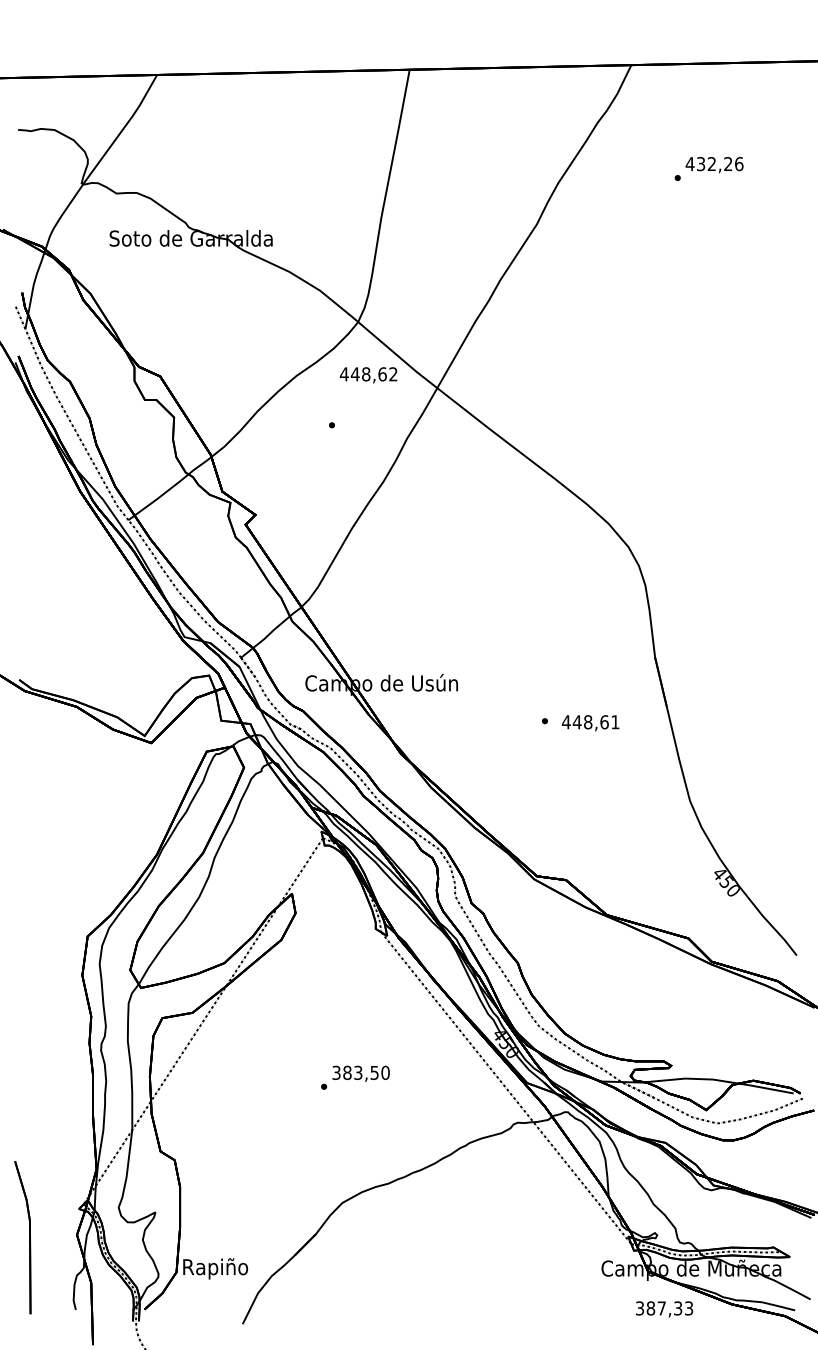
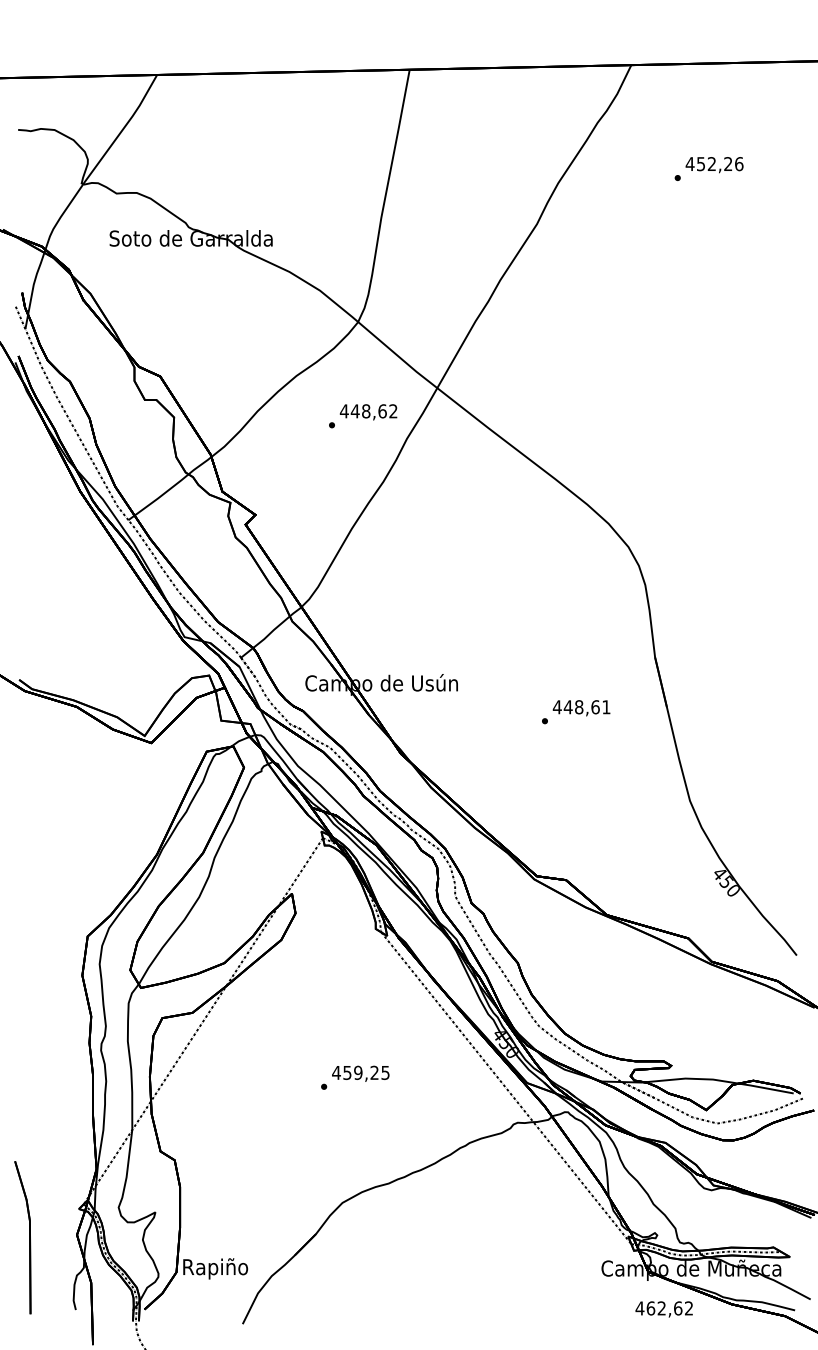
text at (701, 163): 432,26 -> 452,26
text at (368, 375) position: (368, 375) -> (368, 412)
text at (590, 723) position: (590, 723) -> (581, 708)
text at (360, 1072): 383,50 -> 459,25
text at (664, 1308): 387,33 -> 462,62
